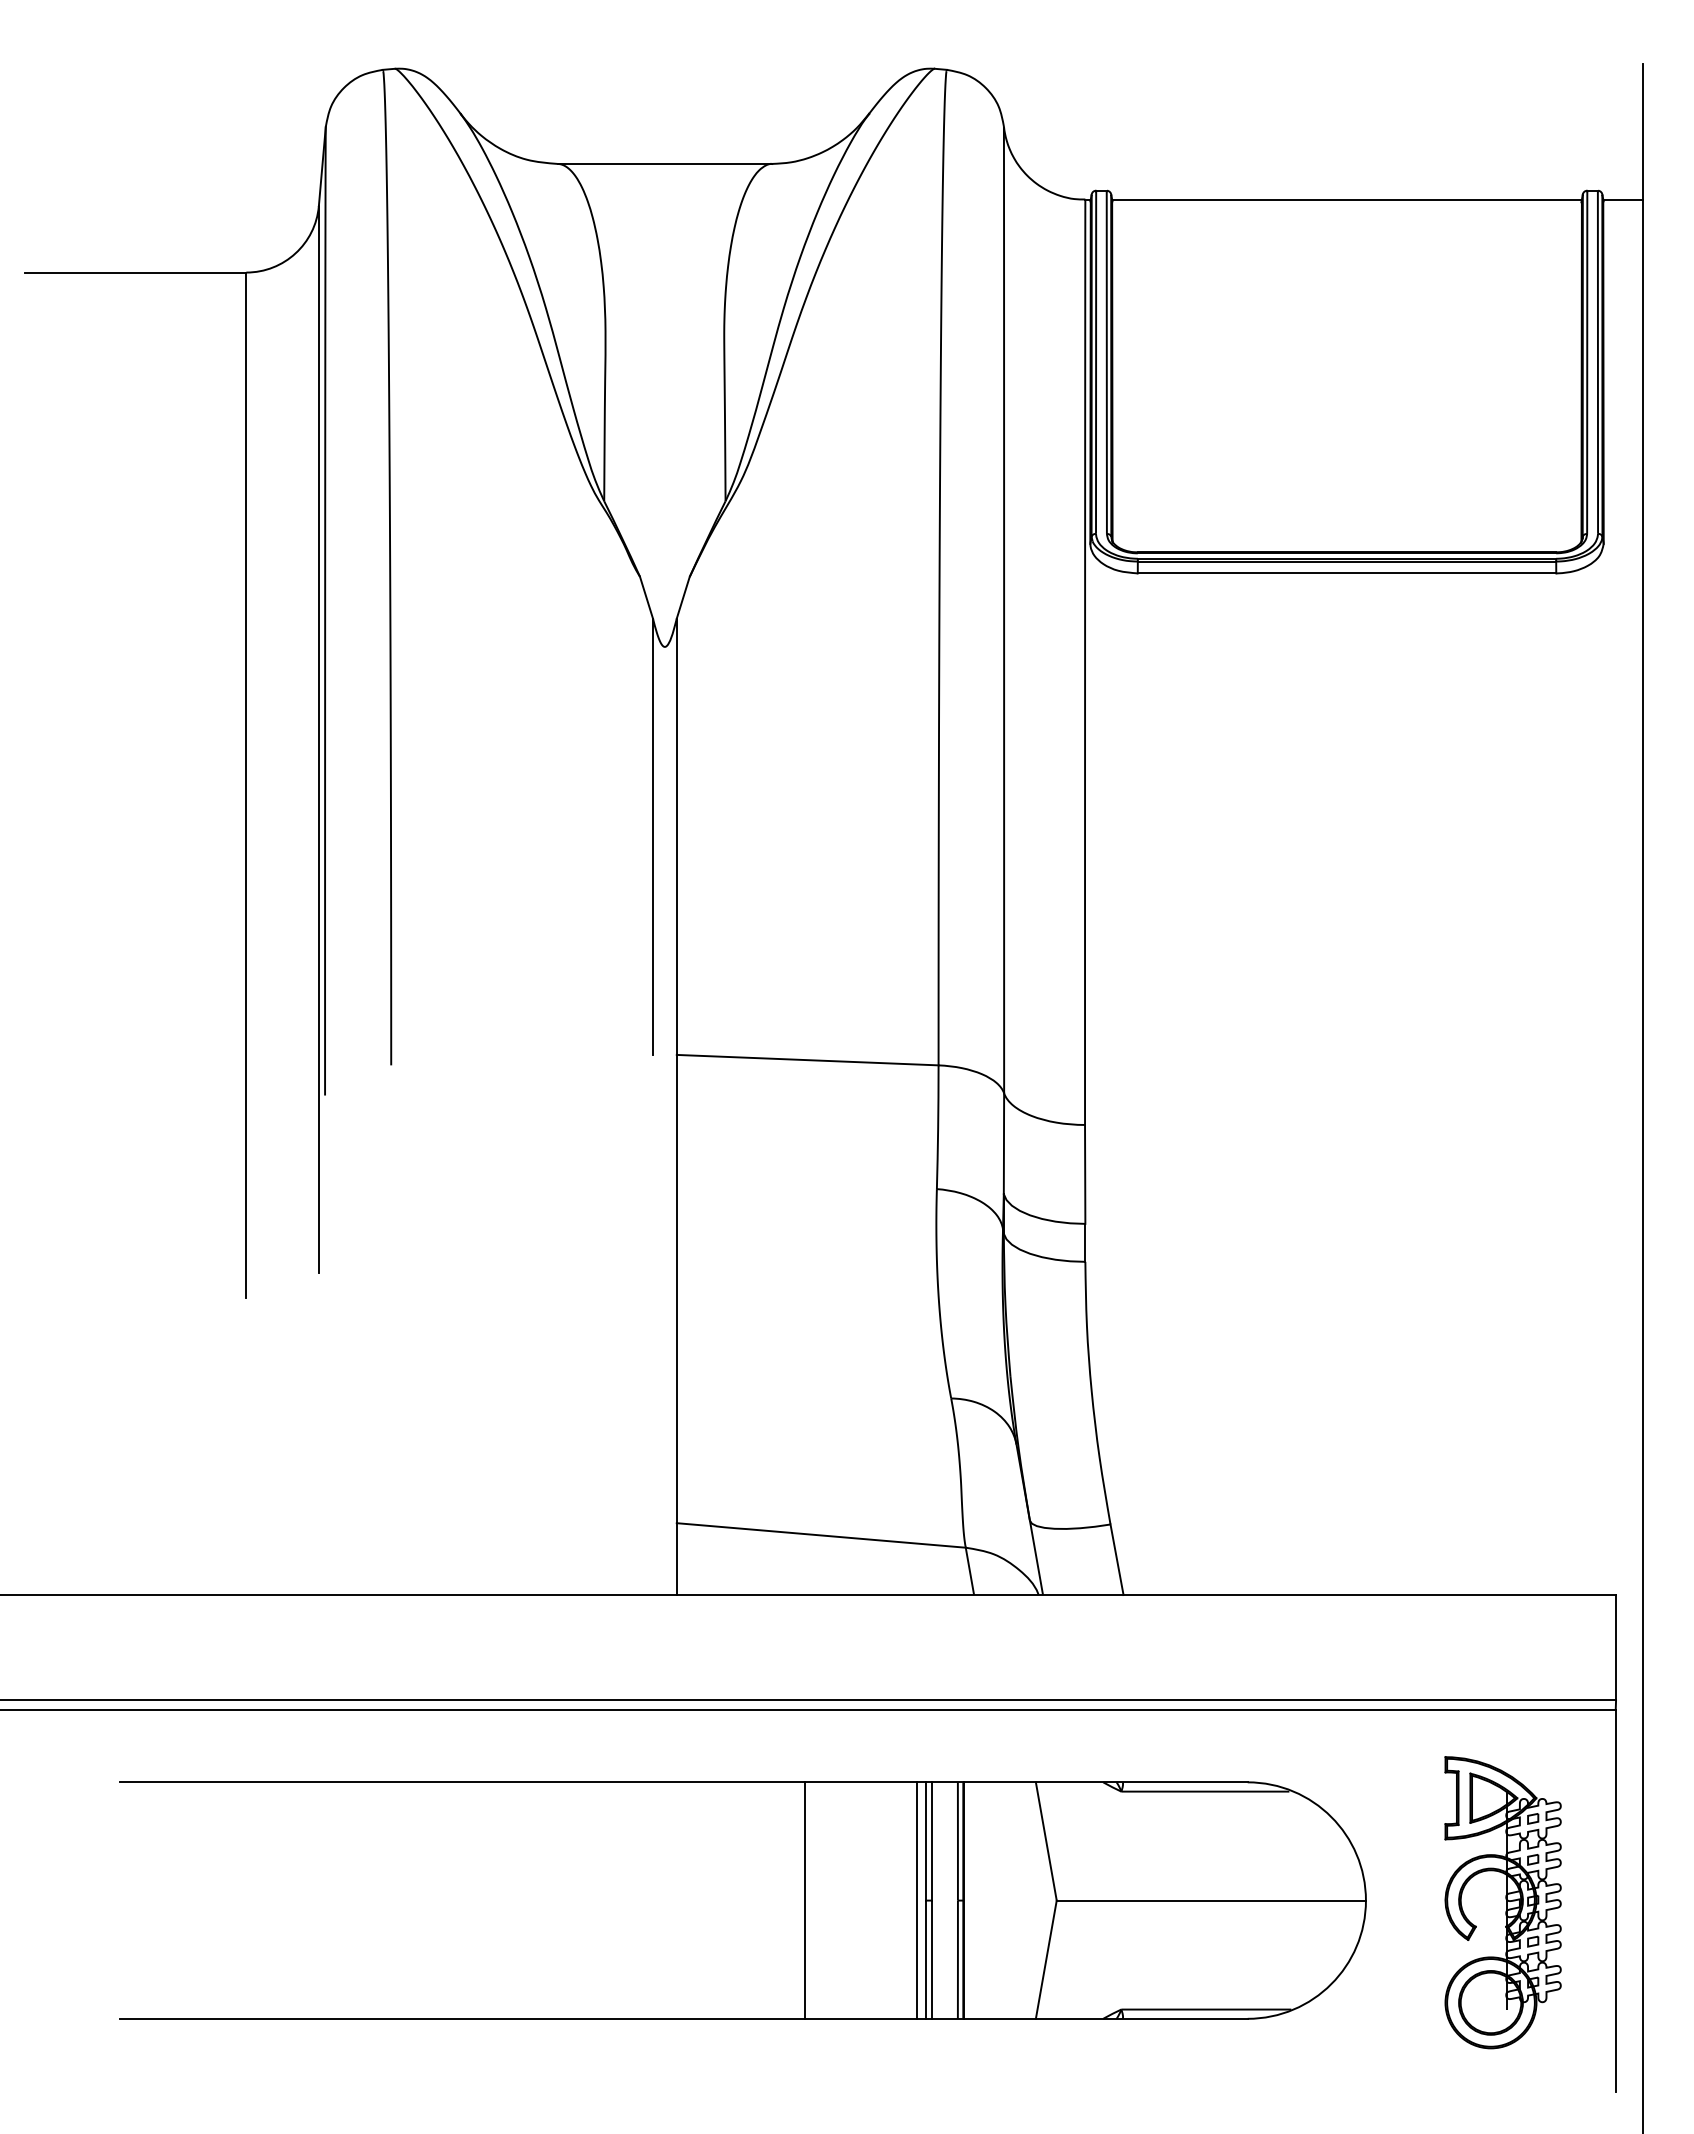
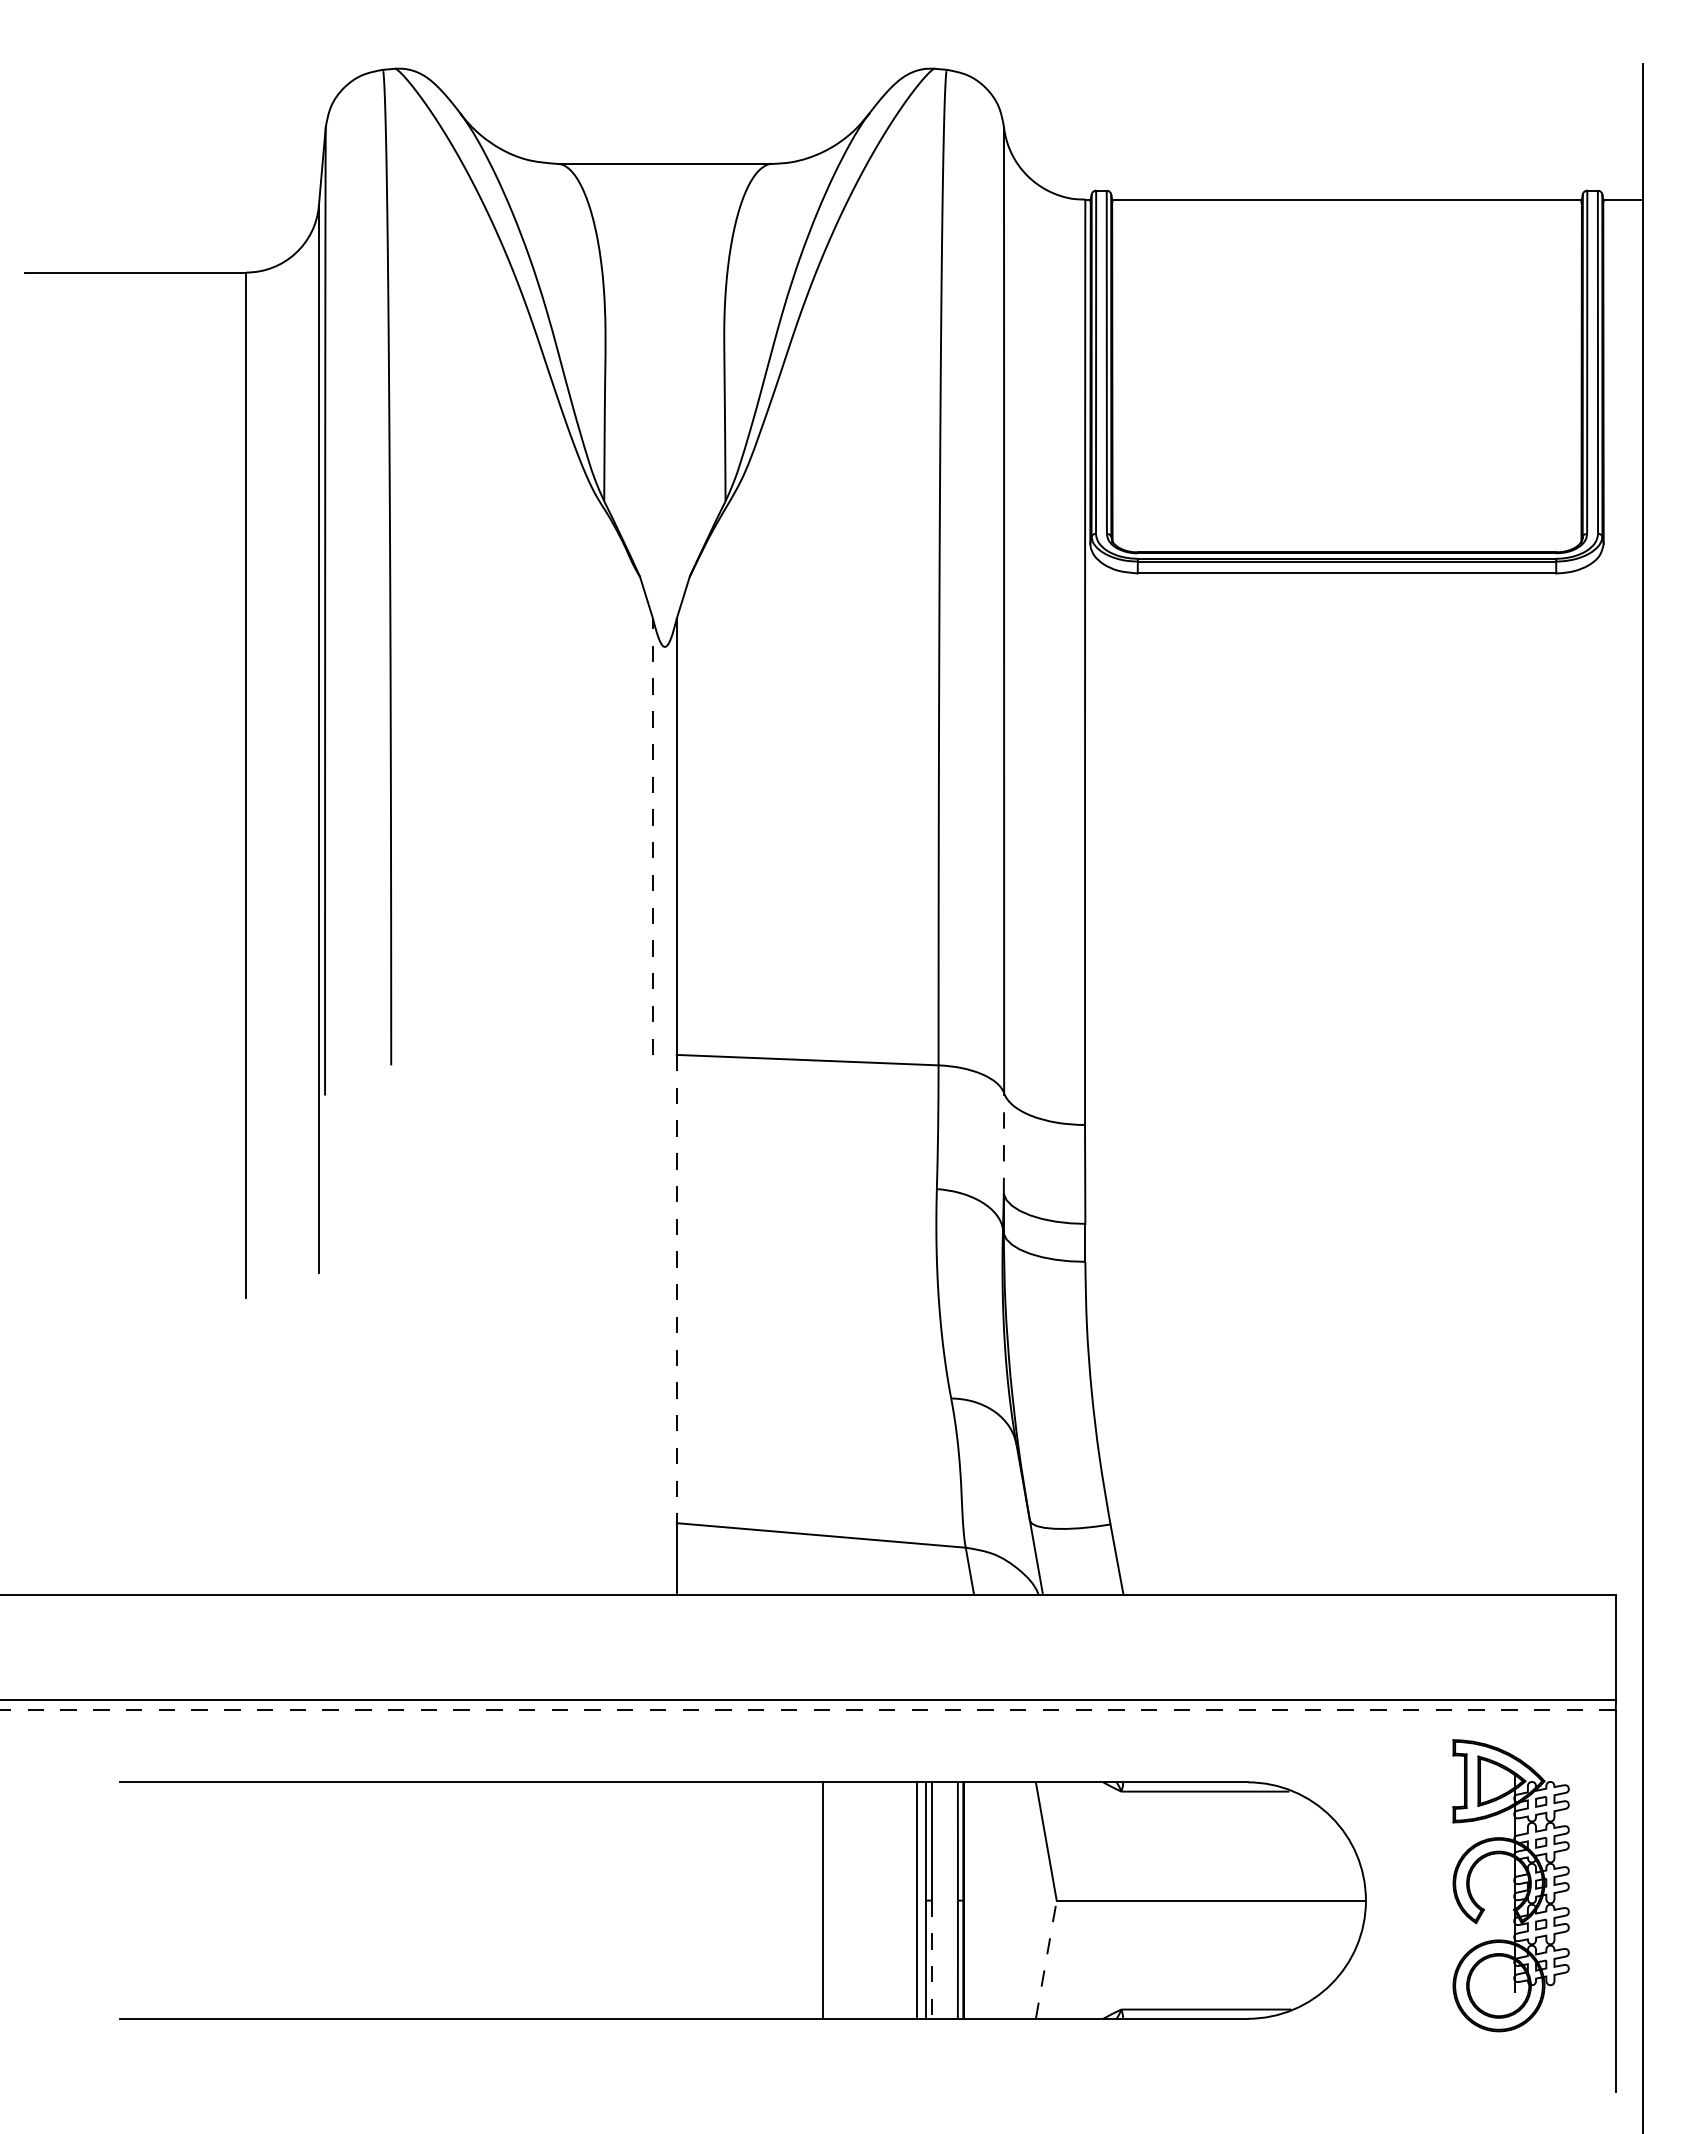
line at (653, 836): solid -> dashed
line at (1003, 1143): solid -> dashed
line at (676, 1289): solid -> dashed
line at (808, 1709): solid -> dashed
line at (804, 1900) position: (804, 1900) -> (822, 1900)
part at (1502, 1902) position: (1502, 1902) -> (1510, 1885)
line at (1046, 1959): solid -> dashed
line at (931, 1960): solid -> dashed
